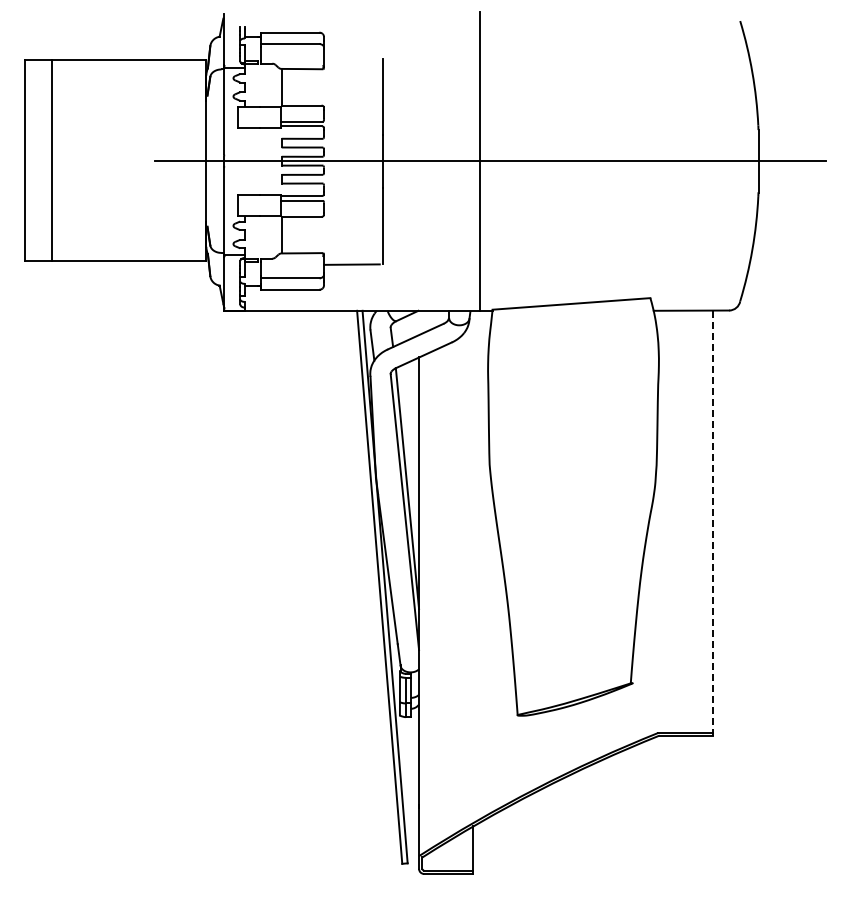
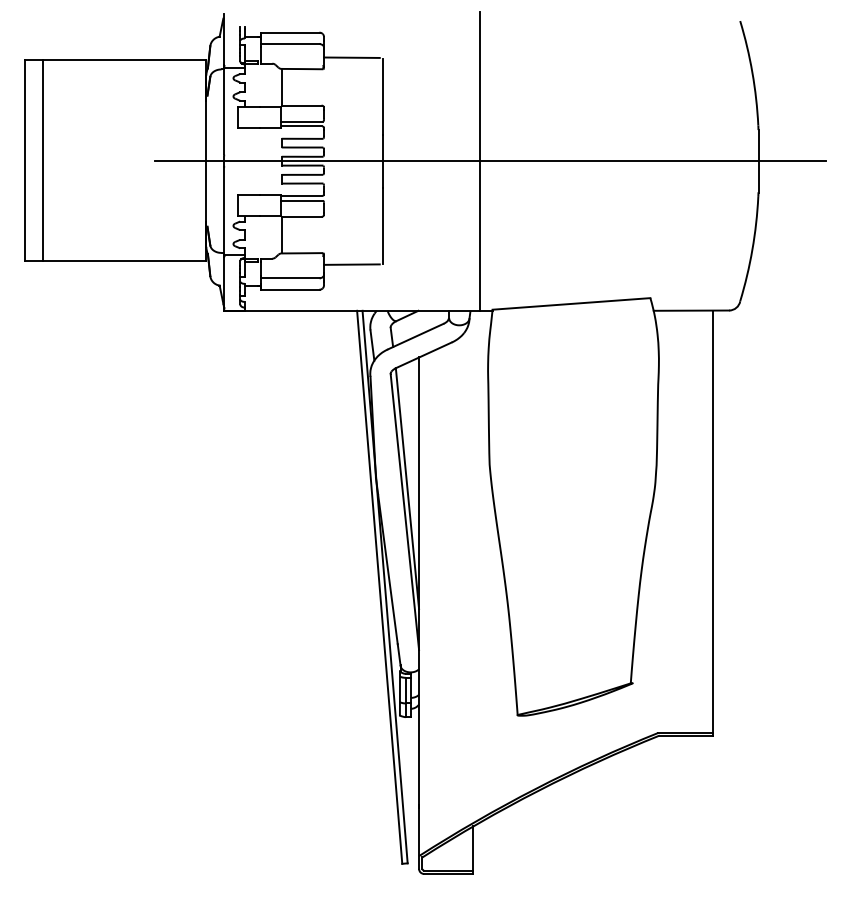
line at (351, 57): none -> present
line at (52, 160) position: (52, 160) -> (43, 160)
line at (713, 522): dashed -> solid
